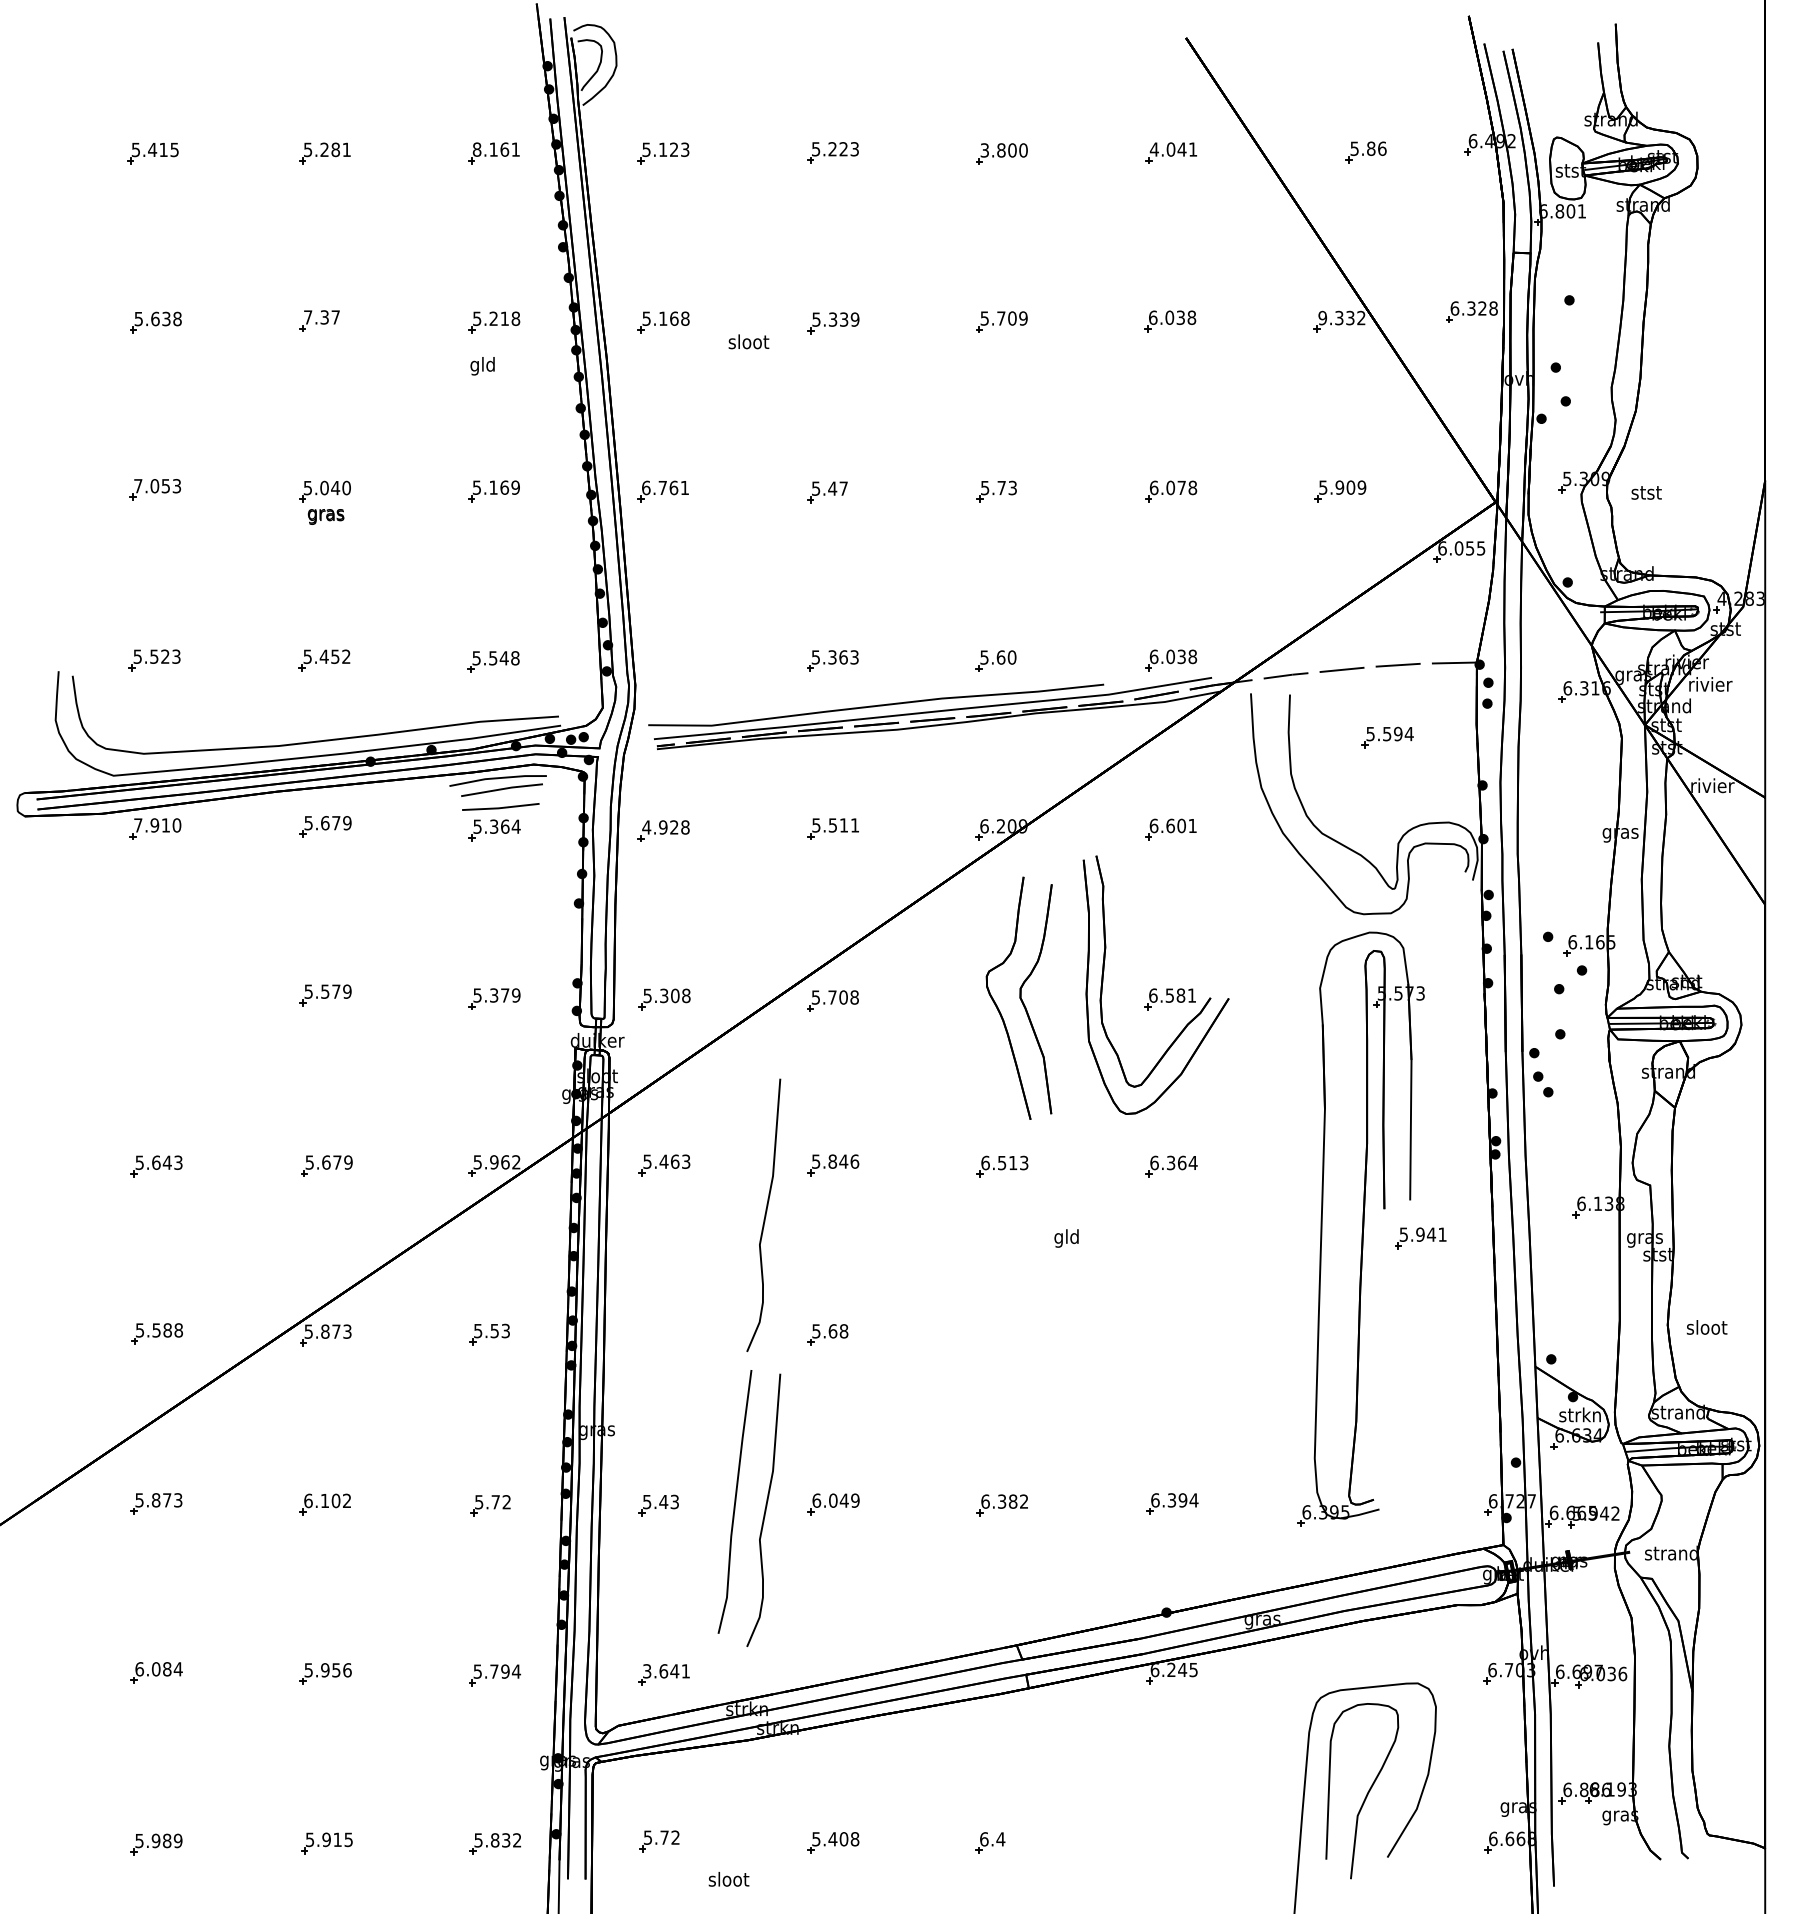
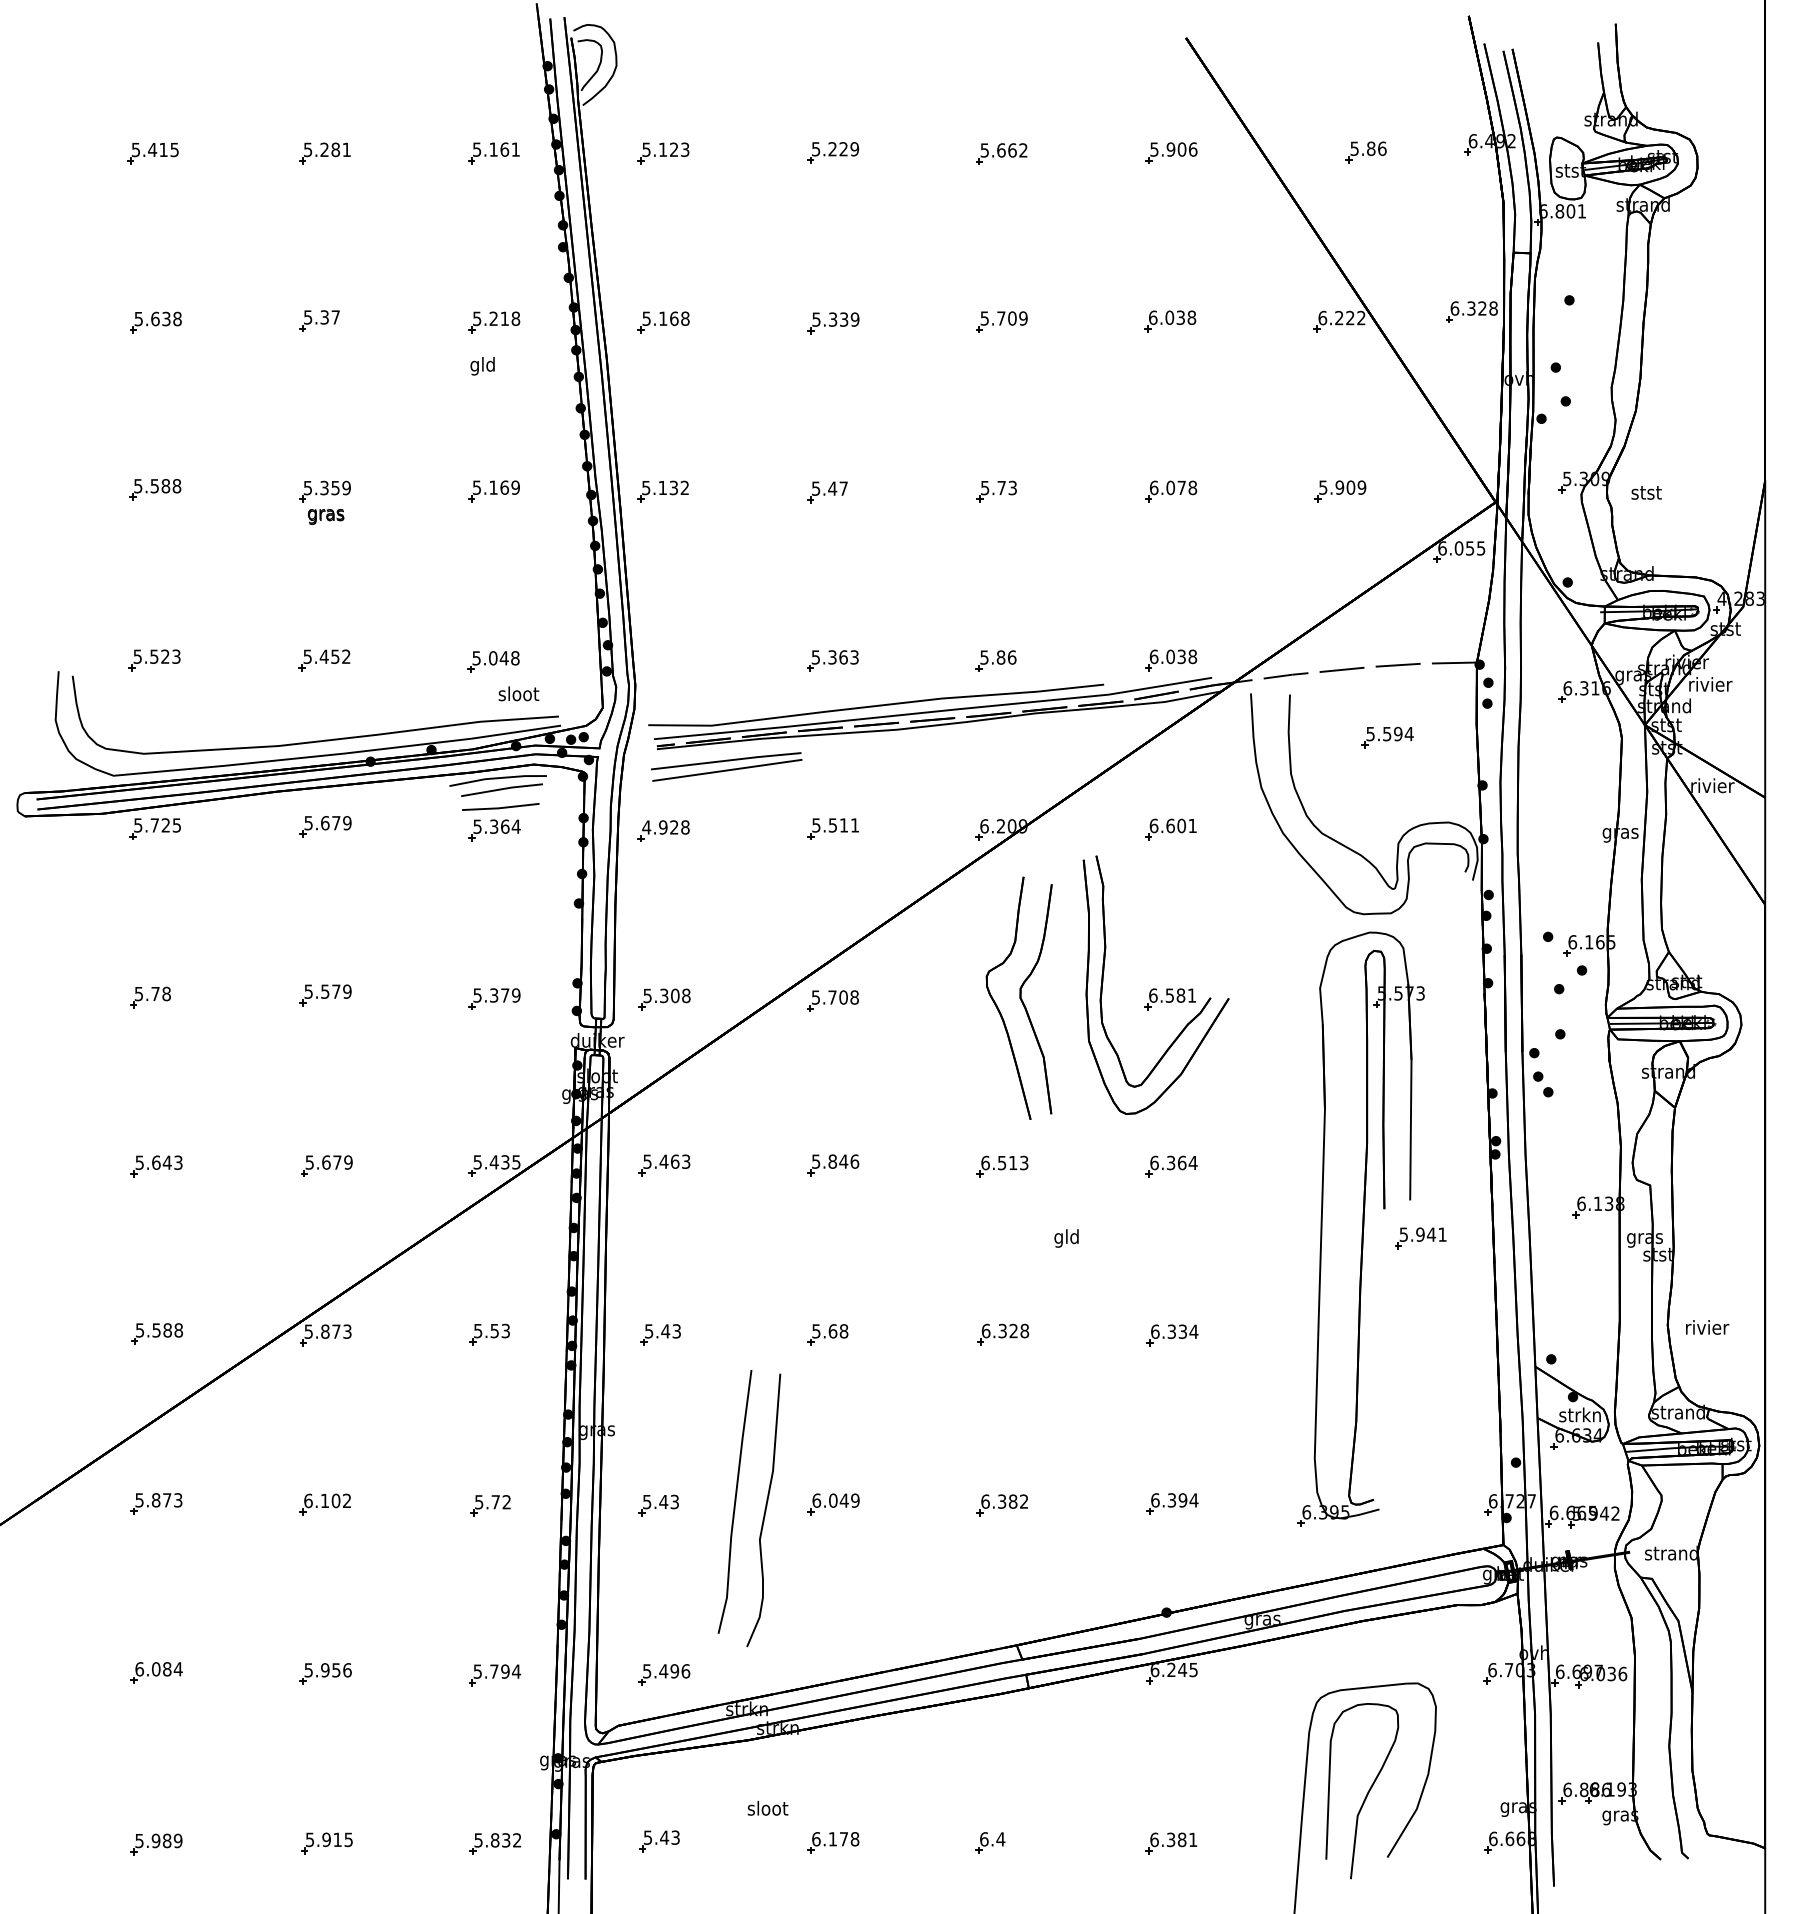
text at (476, 149): 8.161 -> 5.161
text at (854, 149): 5.223 -> 5.229
text at (1173, 149): 4.041 -> 5.906
text at (1004, 150): 3.800 -> 5.662
text at (308, 317): 7.37 -> 5.37
text at (1336, 317): 9.332 -> 6.222
text at (748, 341) position: (748, 341) -> (518, 693)
text at (157, 486): 7.053 -> 5.588
text at (335, 487): 5.040 -> 5.359
text at (665, 487): 6.761 -> 5.132
text at (1006, 657): 5.60 -> 5.86
text at (493, 658): 5.548 -> 5.048
part at (726, 766): none -> present
text at (157, 825): 7.910 -> 5.725
part at (150, 997): none -> present
text at (504, 1162): 5.962 -> 5.435
curve at (764, 1214): present -> none
text at (1707, 1327): sloot -> rivier
part at (660, 1334): none -> present
part at (1003, 1334): none -> present
part at (1172, 1335): none -> present
text at (666, 1671): 3.641 -> 5.496
text at (669, 1837): 5.72 -> 5.43
text at (830, 1839): 5.408 -> 6.178
part at (1171, 1843): none -> present
text at (728, 1879) position: (728, 1879) -> (767, 1808)
